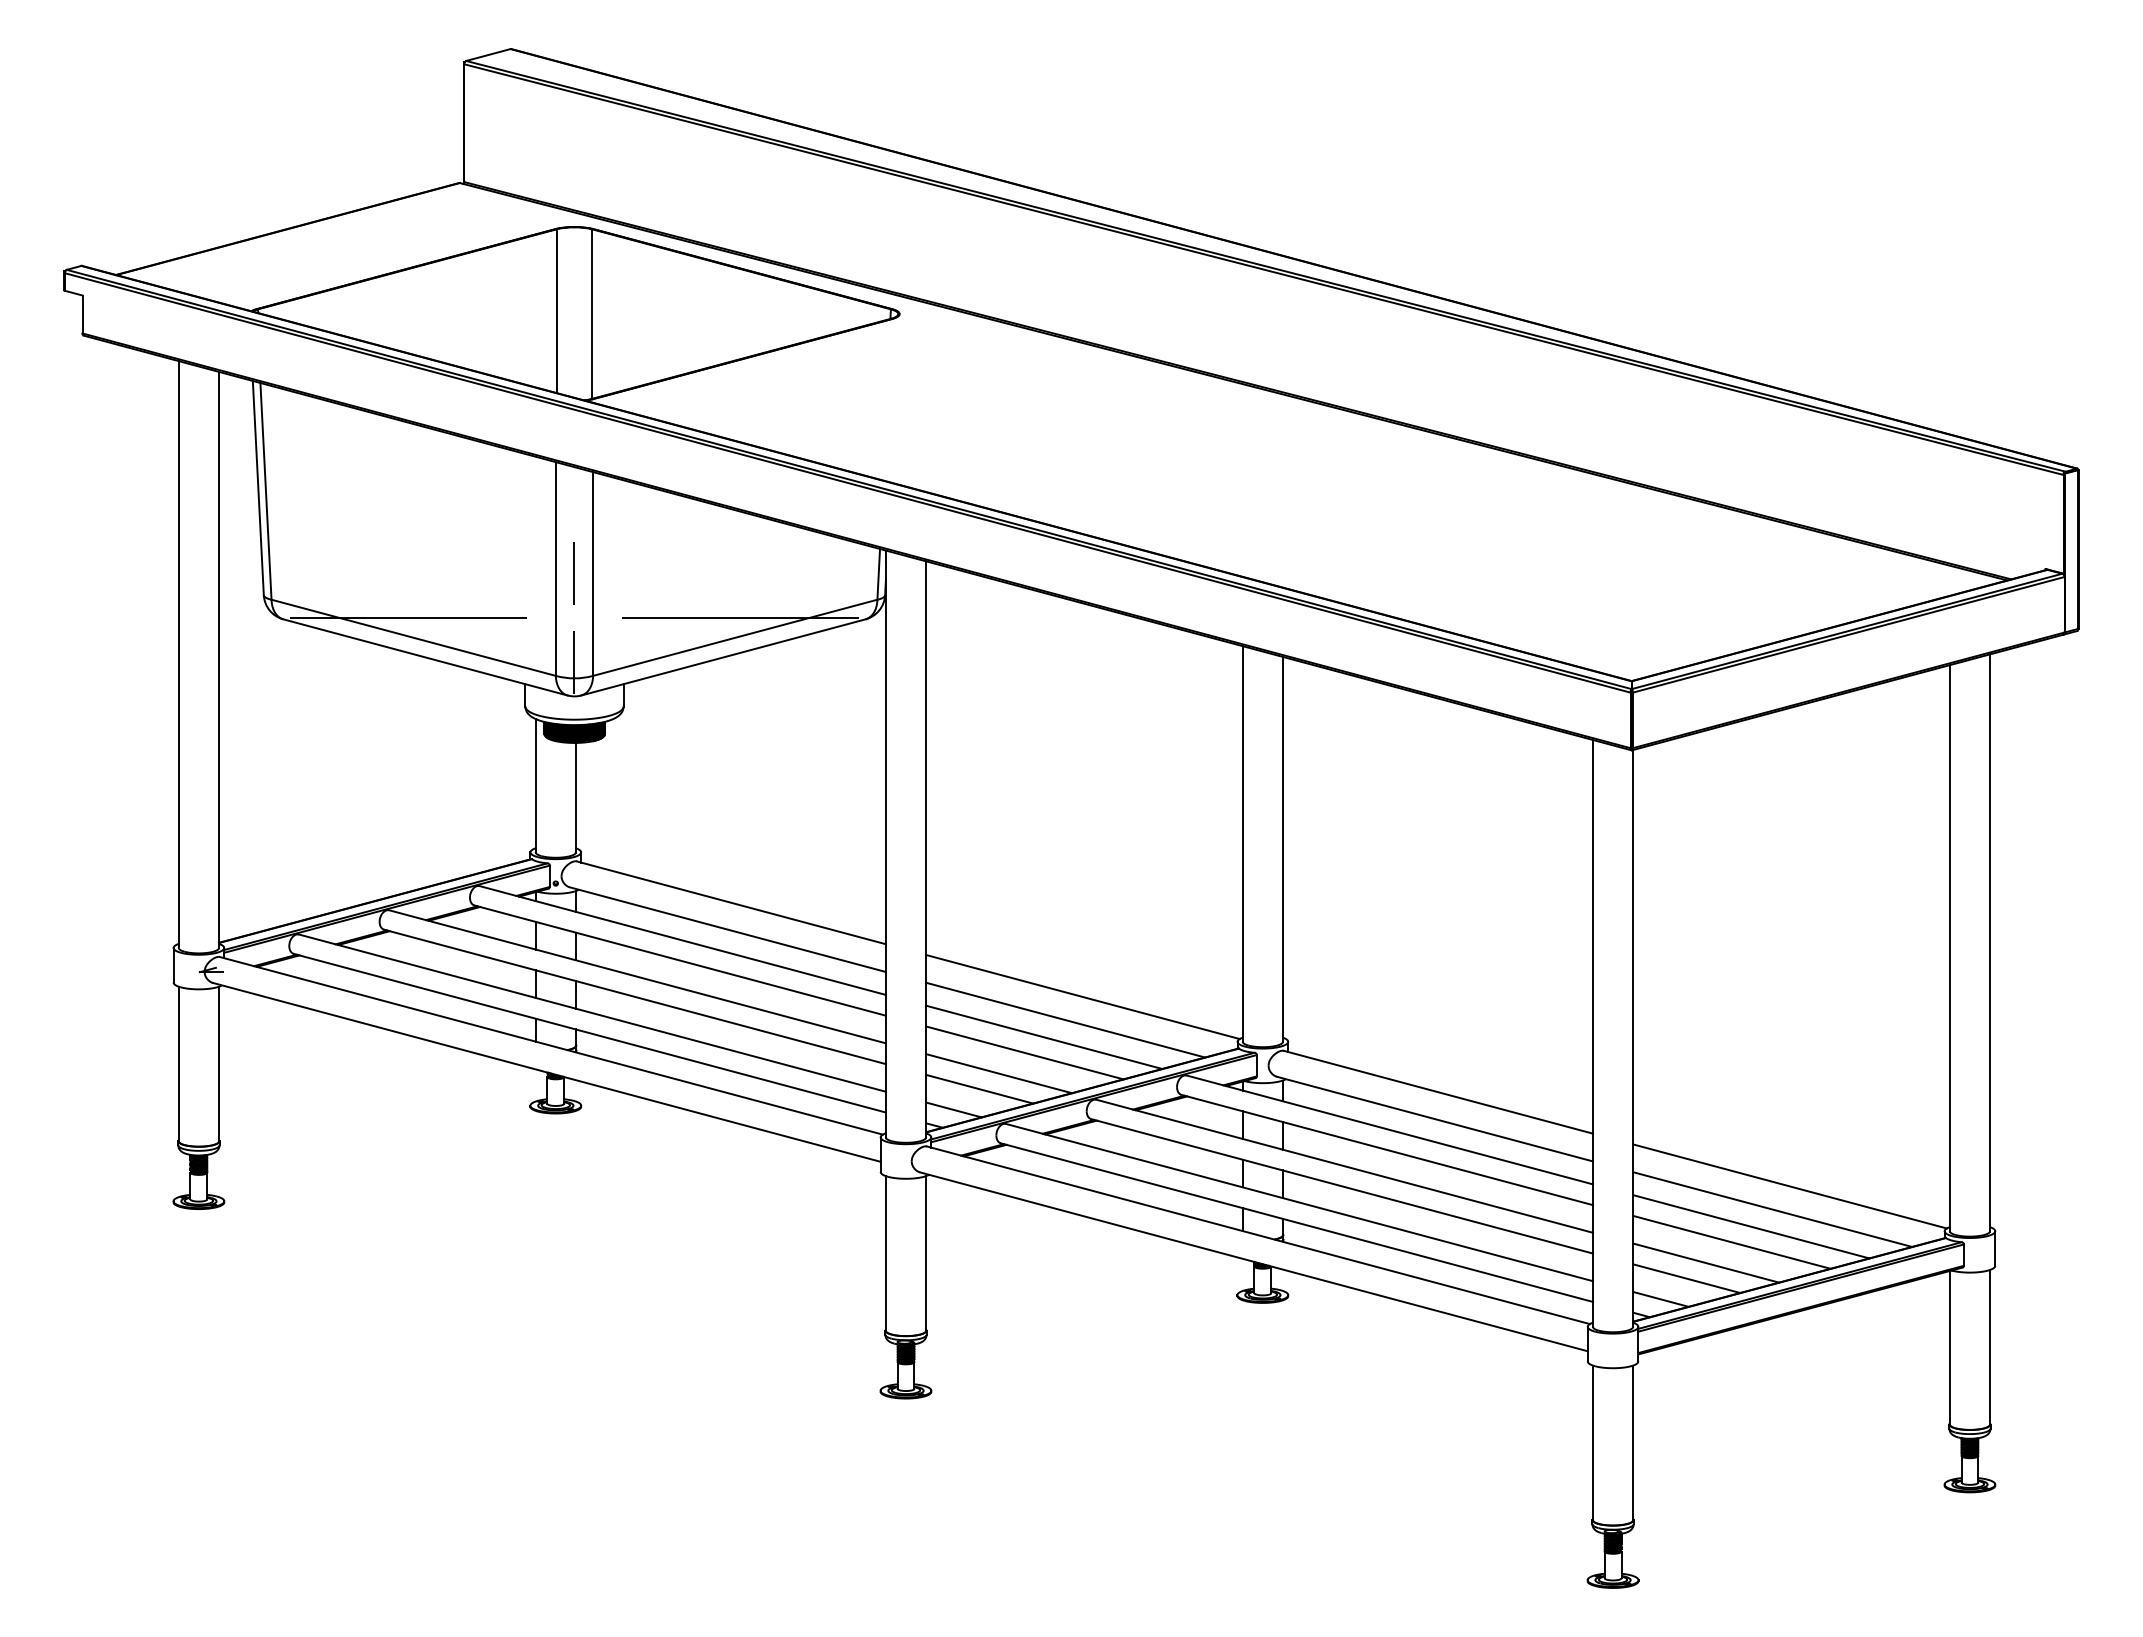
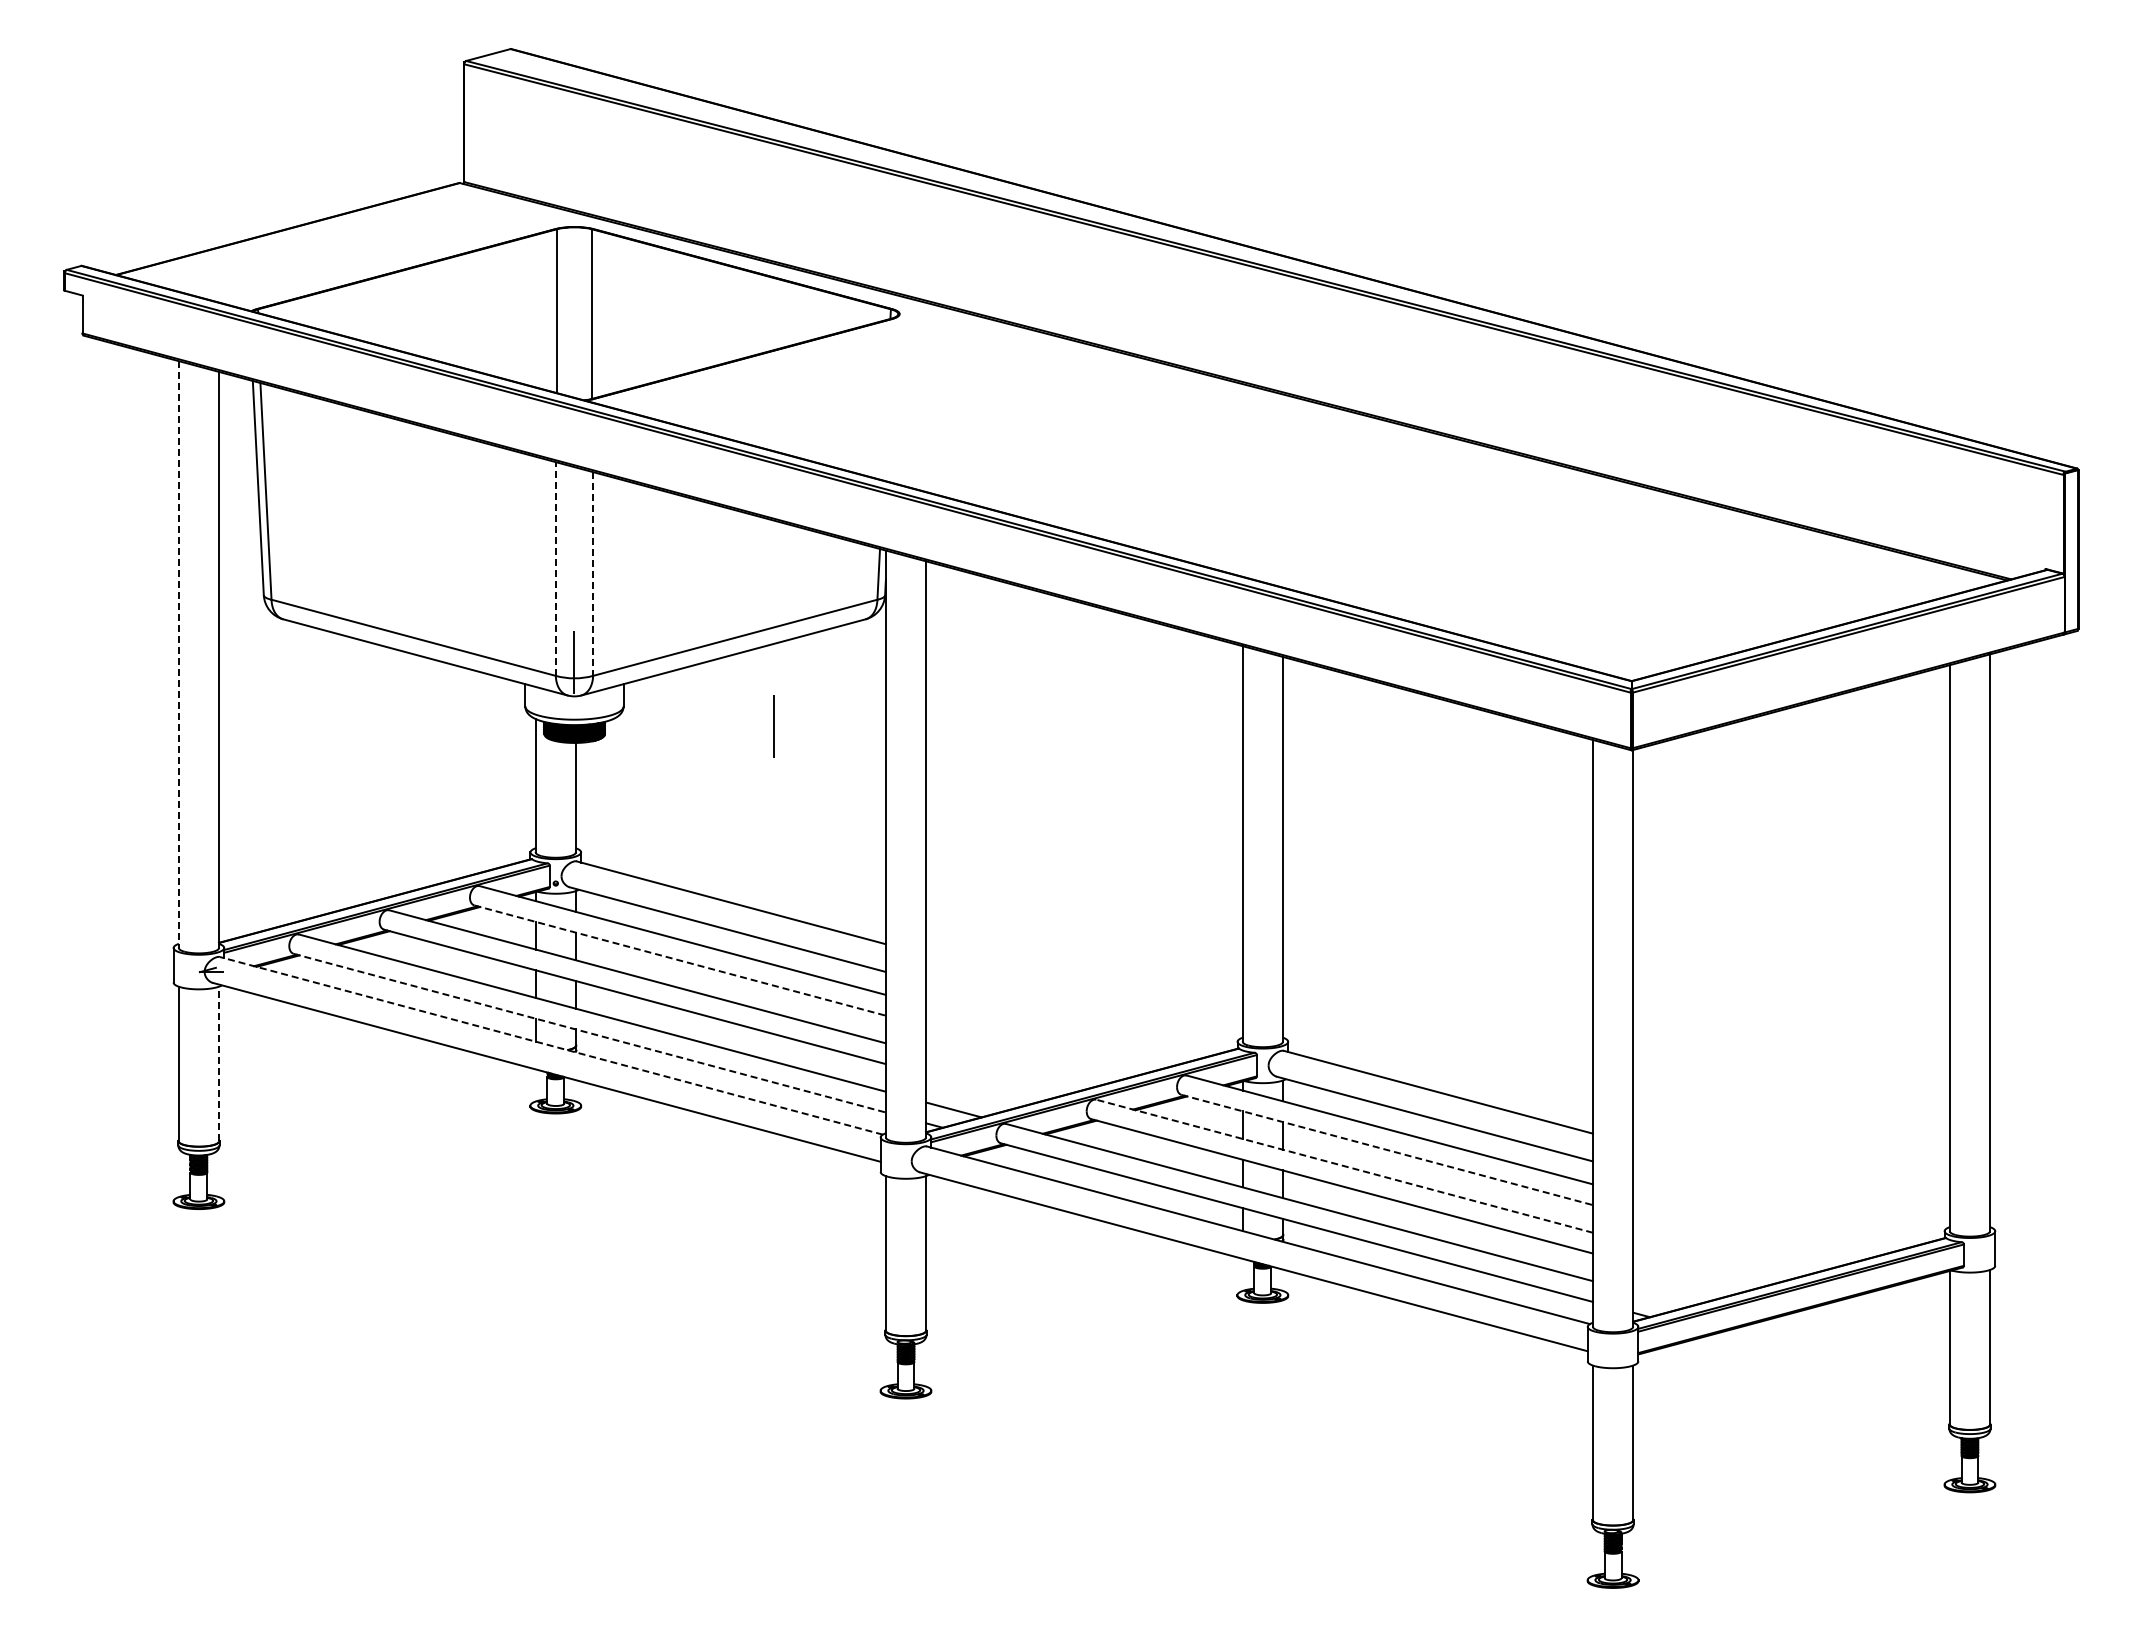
line at (555, 569): solid -> dashed
line at (573, 573) position: (573, 573) -> (773, 726)
line at (593, 574): solid -> dashed
line at (408, 618): present -> none
line at (740, 618): present -> none
line at (178, 654): solid -> dashed
line at (680, 960): solid -> dashed
line at (1082, 996): present -> none
line at (1065, 1019): present -> none
line at (589, 1033): solid -> dashed
line at (1044, 1036): present -> none
line at (550, 1045): solid -> dashed
line at (1024, 1052): present -> none
line at (218, 1063): solid -> dashed
line at (998, 1073): present -> none
line at (979, 1088): present -> none
line at (1387, 1150): solid -> dashed
line at (1344, 1166): solid -> dashed
line at (1789, 1186): present -> none
line at (1772, 1209): present -> none
line at (1751, 1226): present -> none
line at (1731, 1241): present -> none
line at (1706, 1262): present -> none
line at (1686, 1278): present -> none
line at (1660, 1298): present -> none
